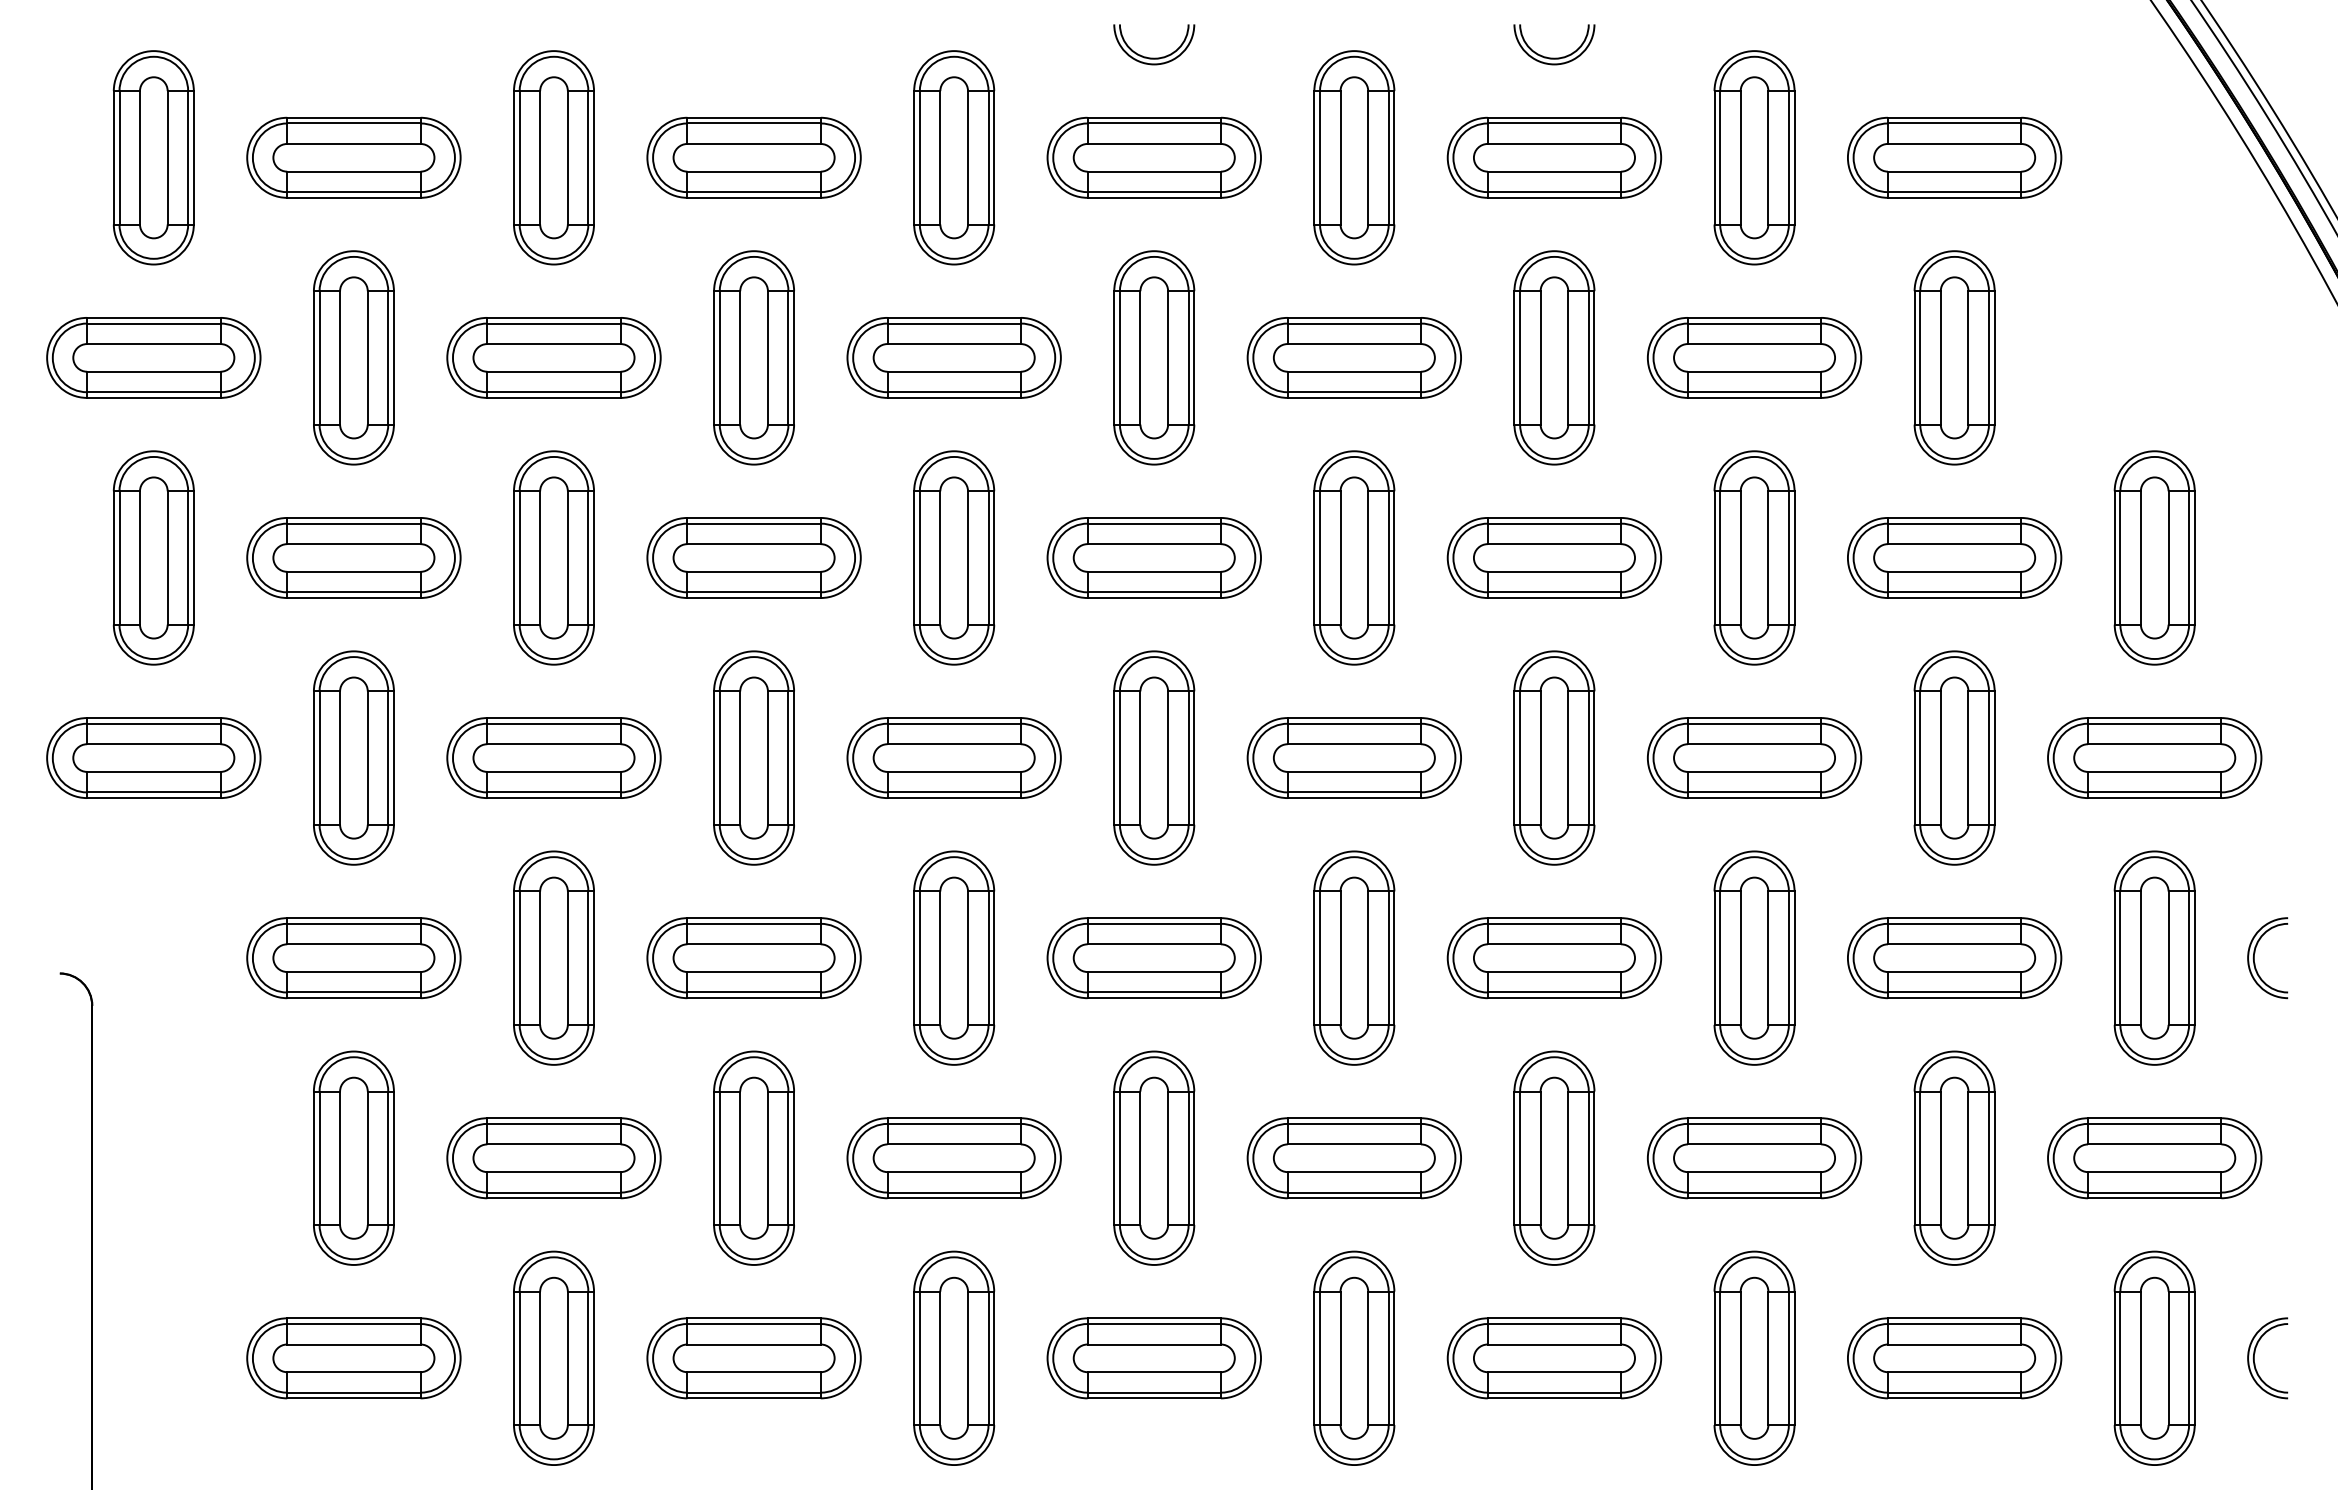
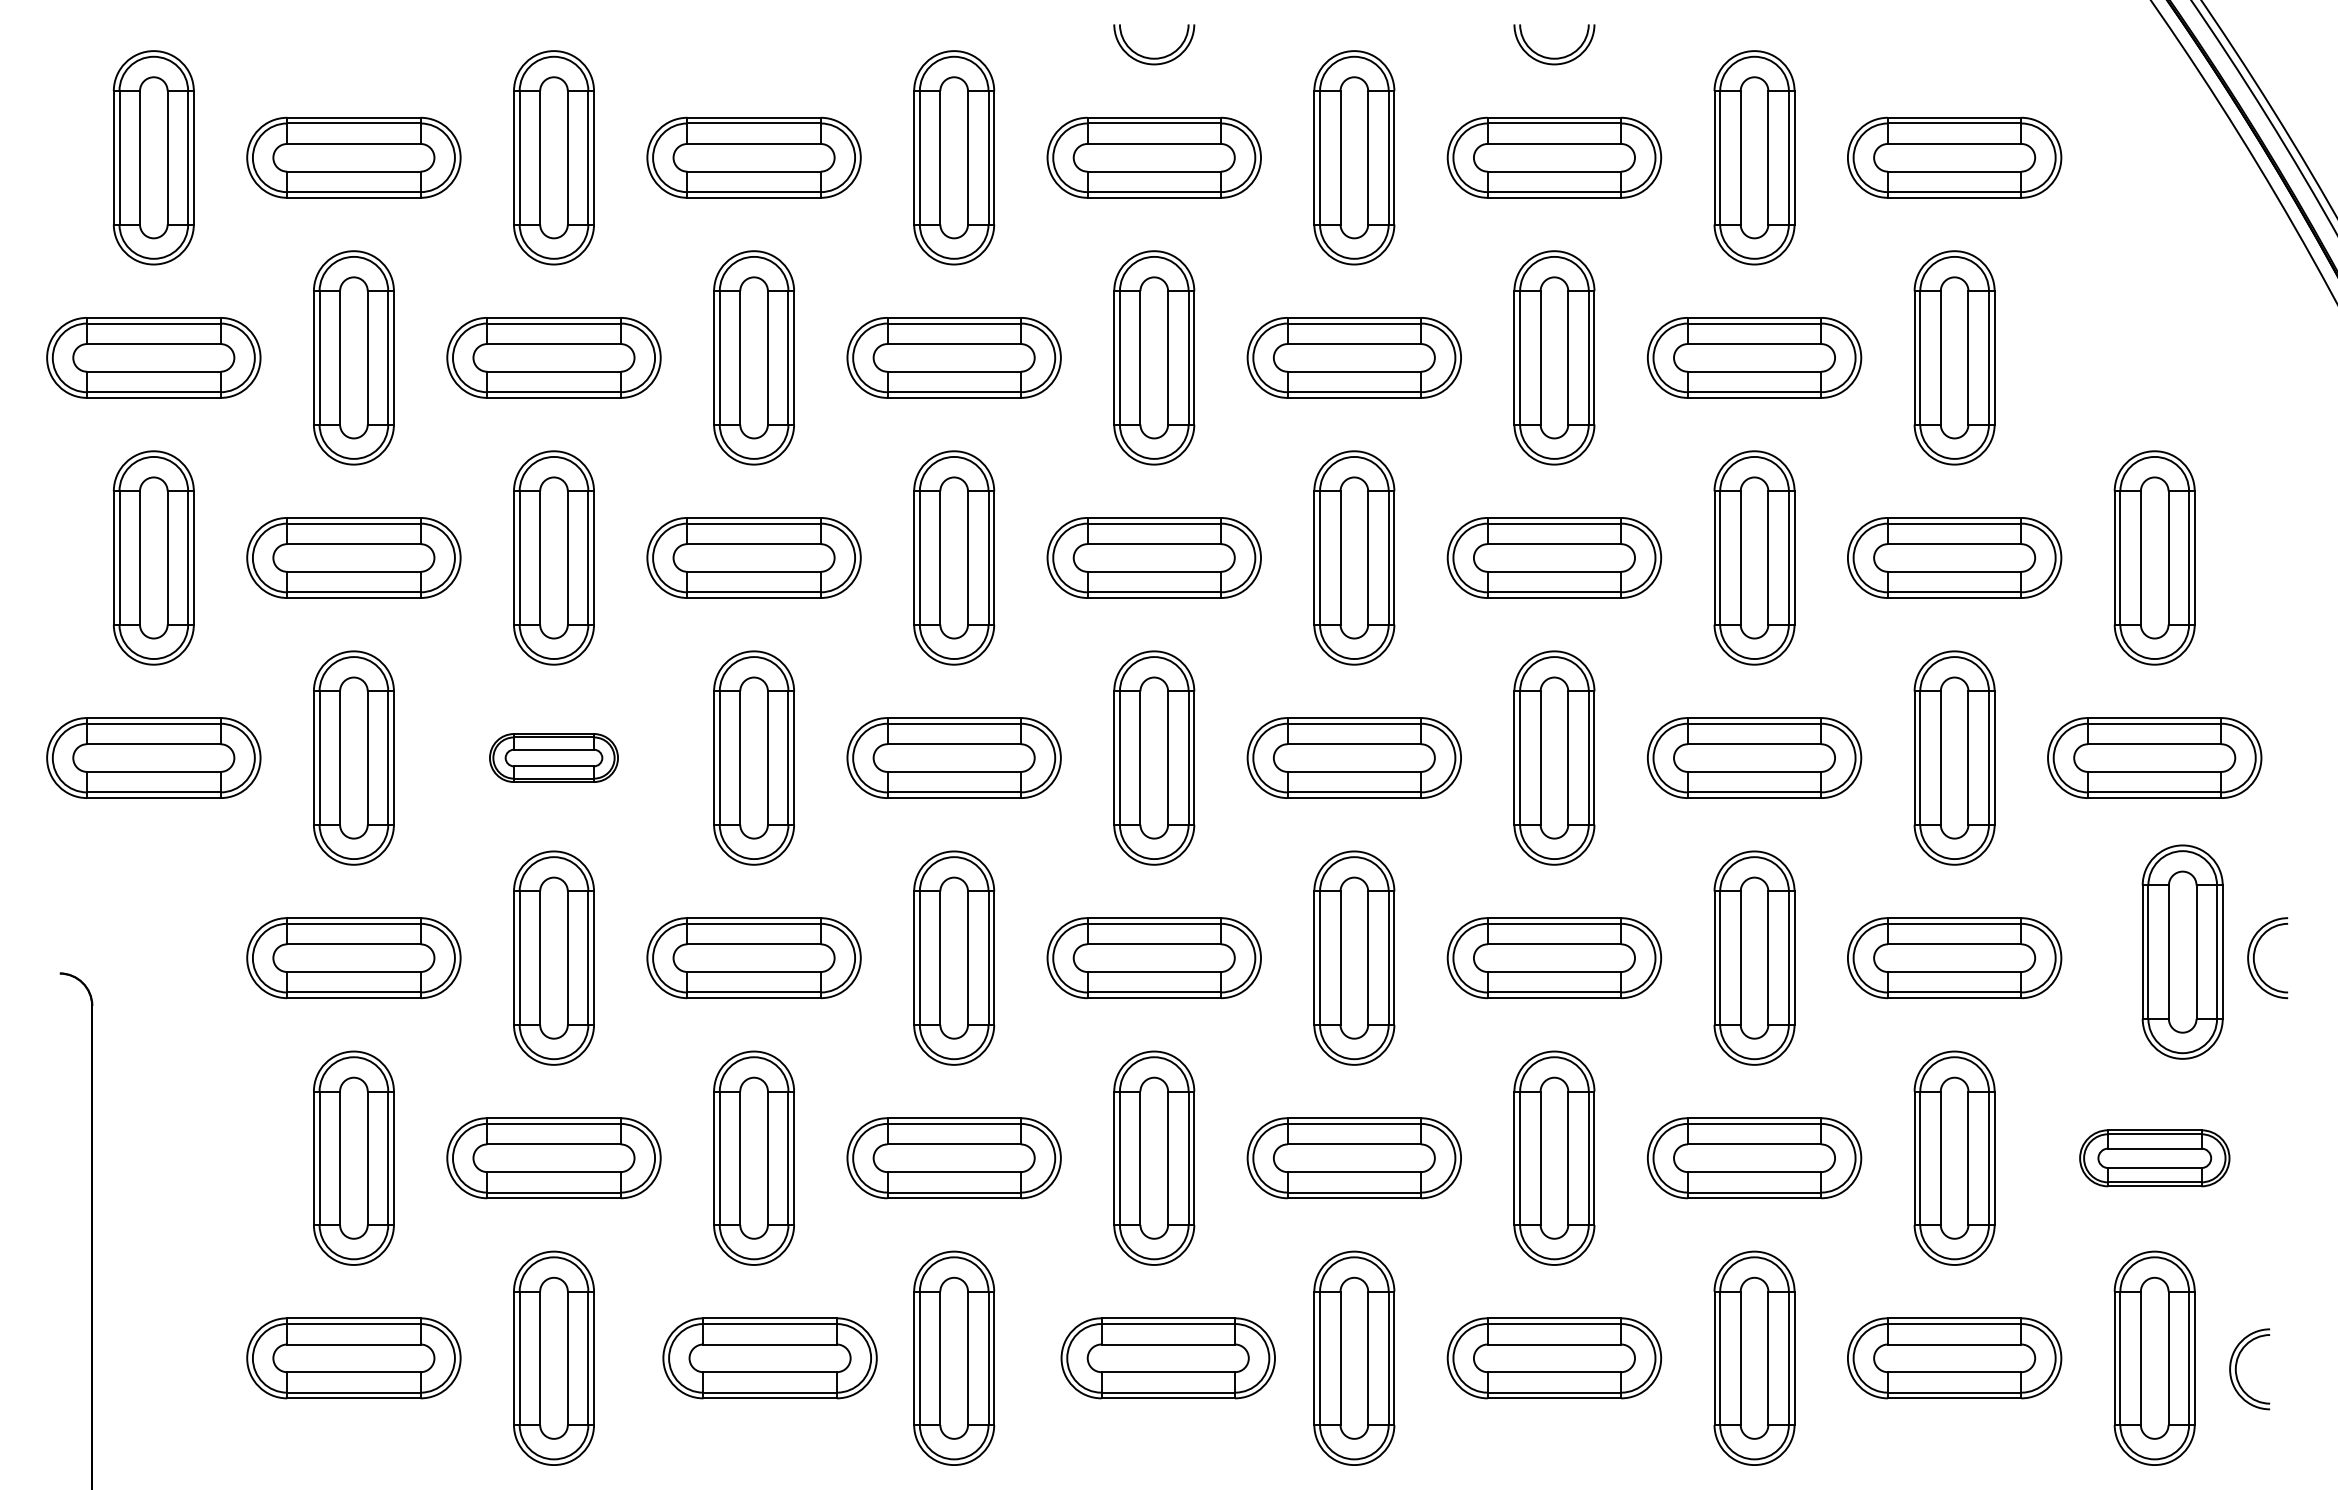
part at (553, 757) size: 216x82 px -> 130x50 px
part at (2154, 957) position: (2154, 957) -> (2182, 951)
part at (2154, 1158) size: 216x83 px -> 152x59 px
part at (2255, 1353) position: (2255, 1353) -> (2237, 1364)
part at (753, 1358) position: (753, 1358) -> (769, 1358)
part at (1153, 1358) position: (1153, 1358) -> (1167, 1358)
